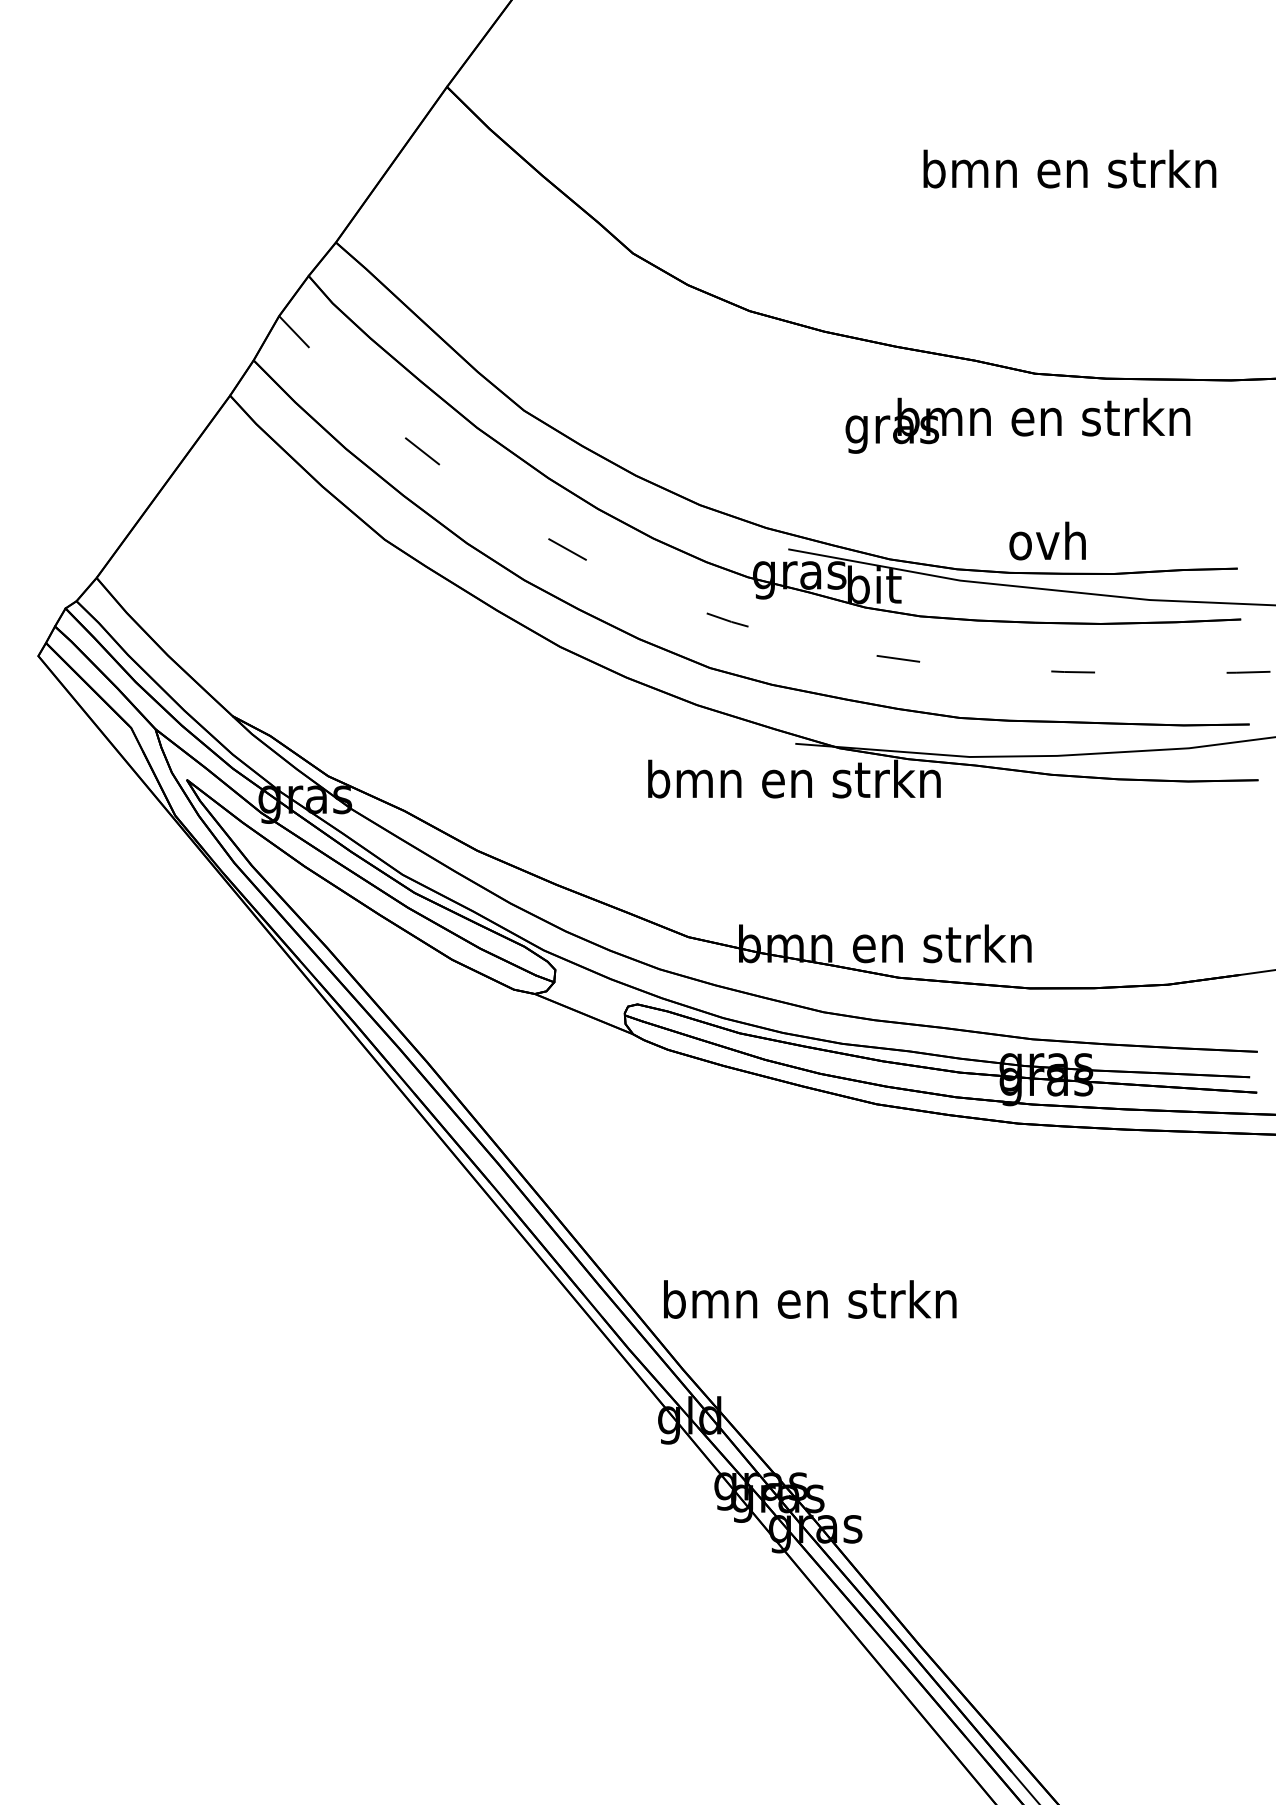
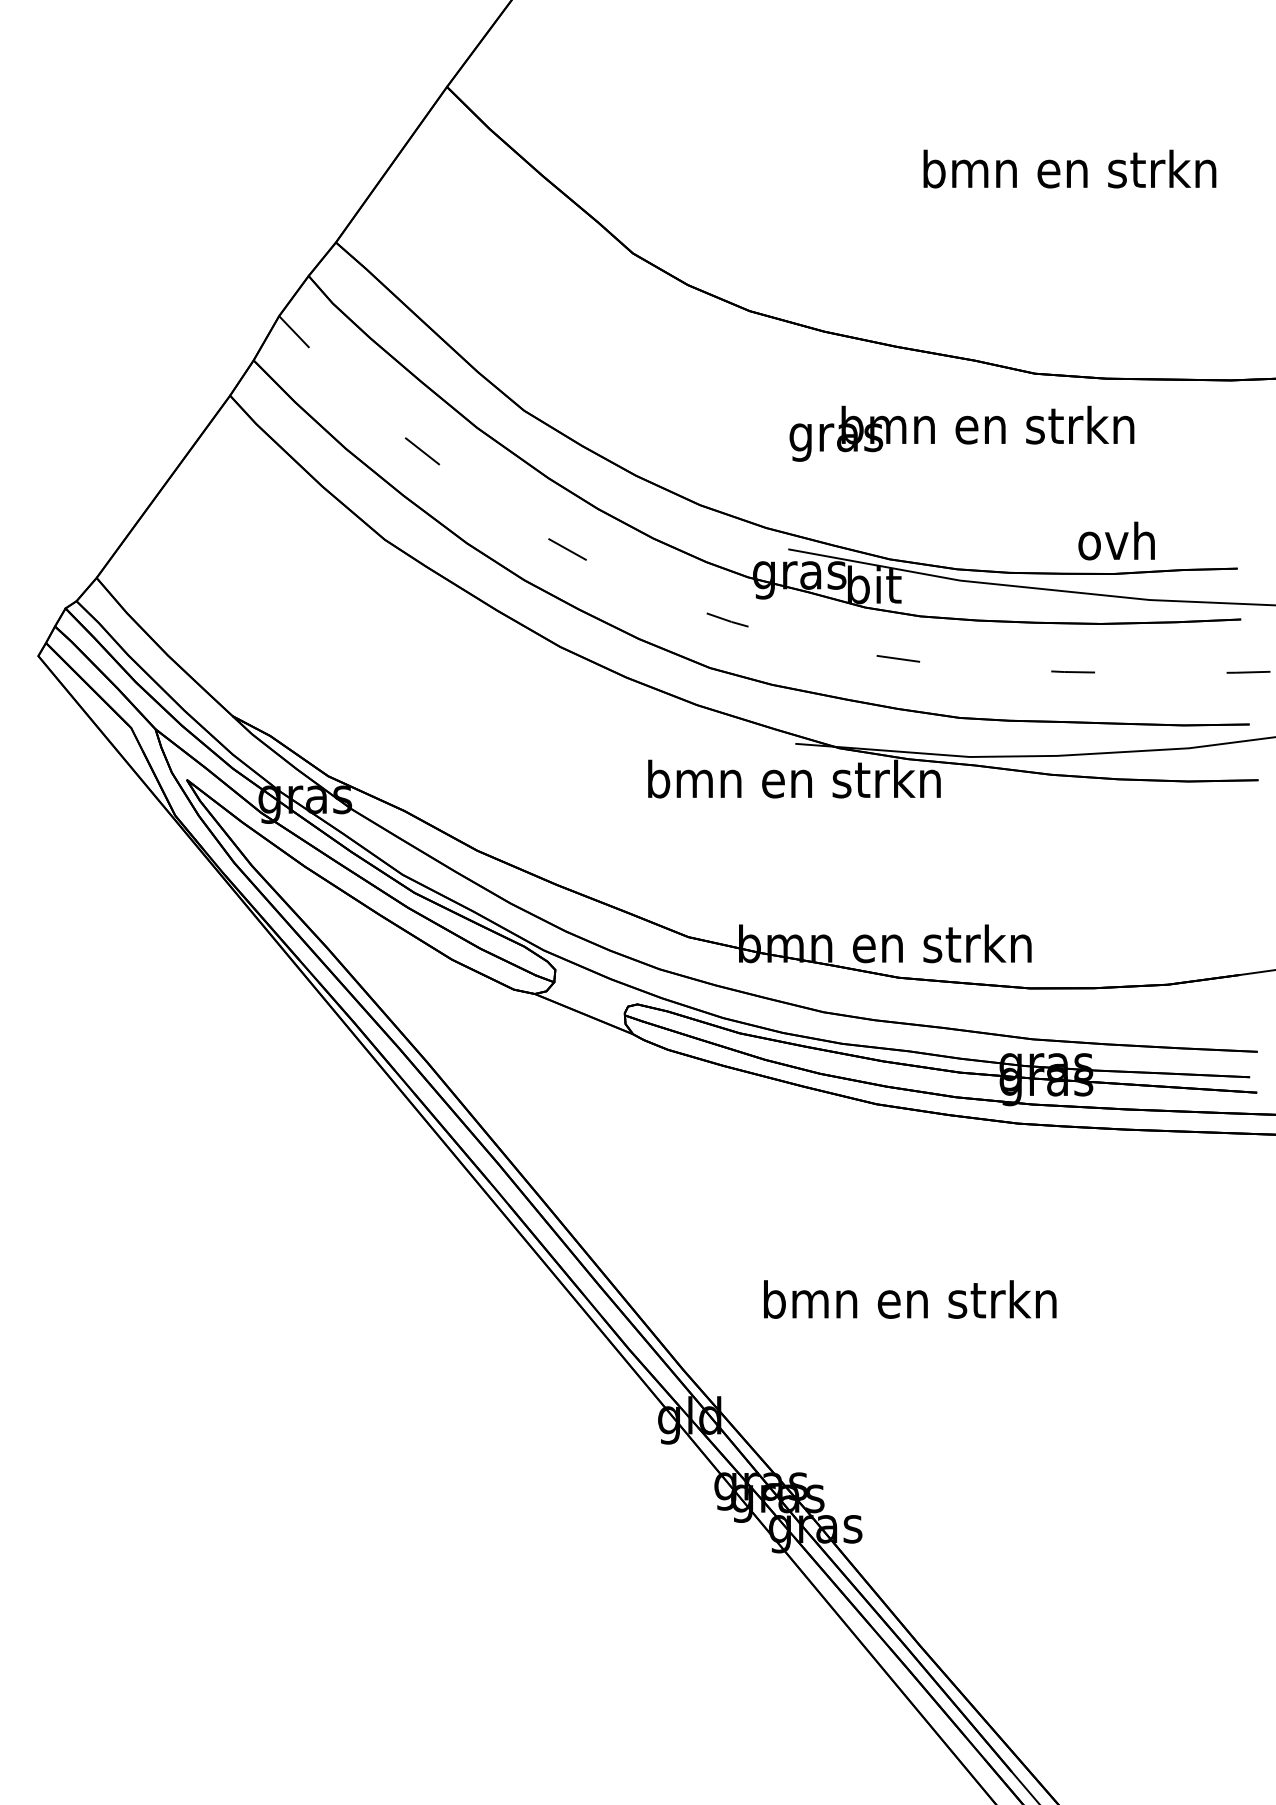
text at (1017, 425) position: (1017, 425) -> (961, 433)
text at (1047, 540) position: (1047, 540) -> (1116, 540)
text at (810, 1299) position: (810, 1299) -> (910, 1299)
